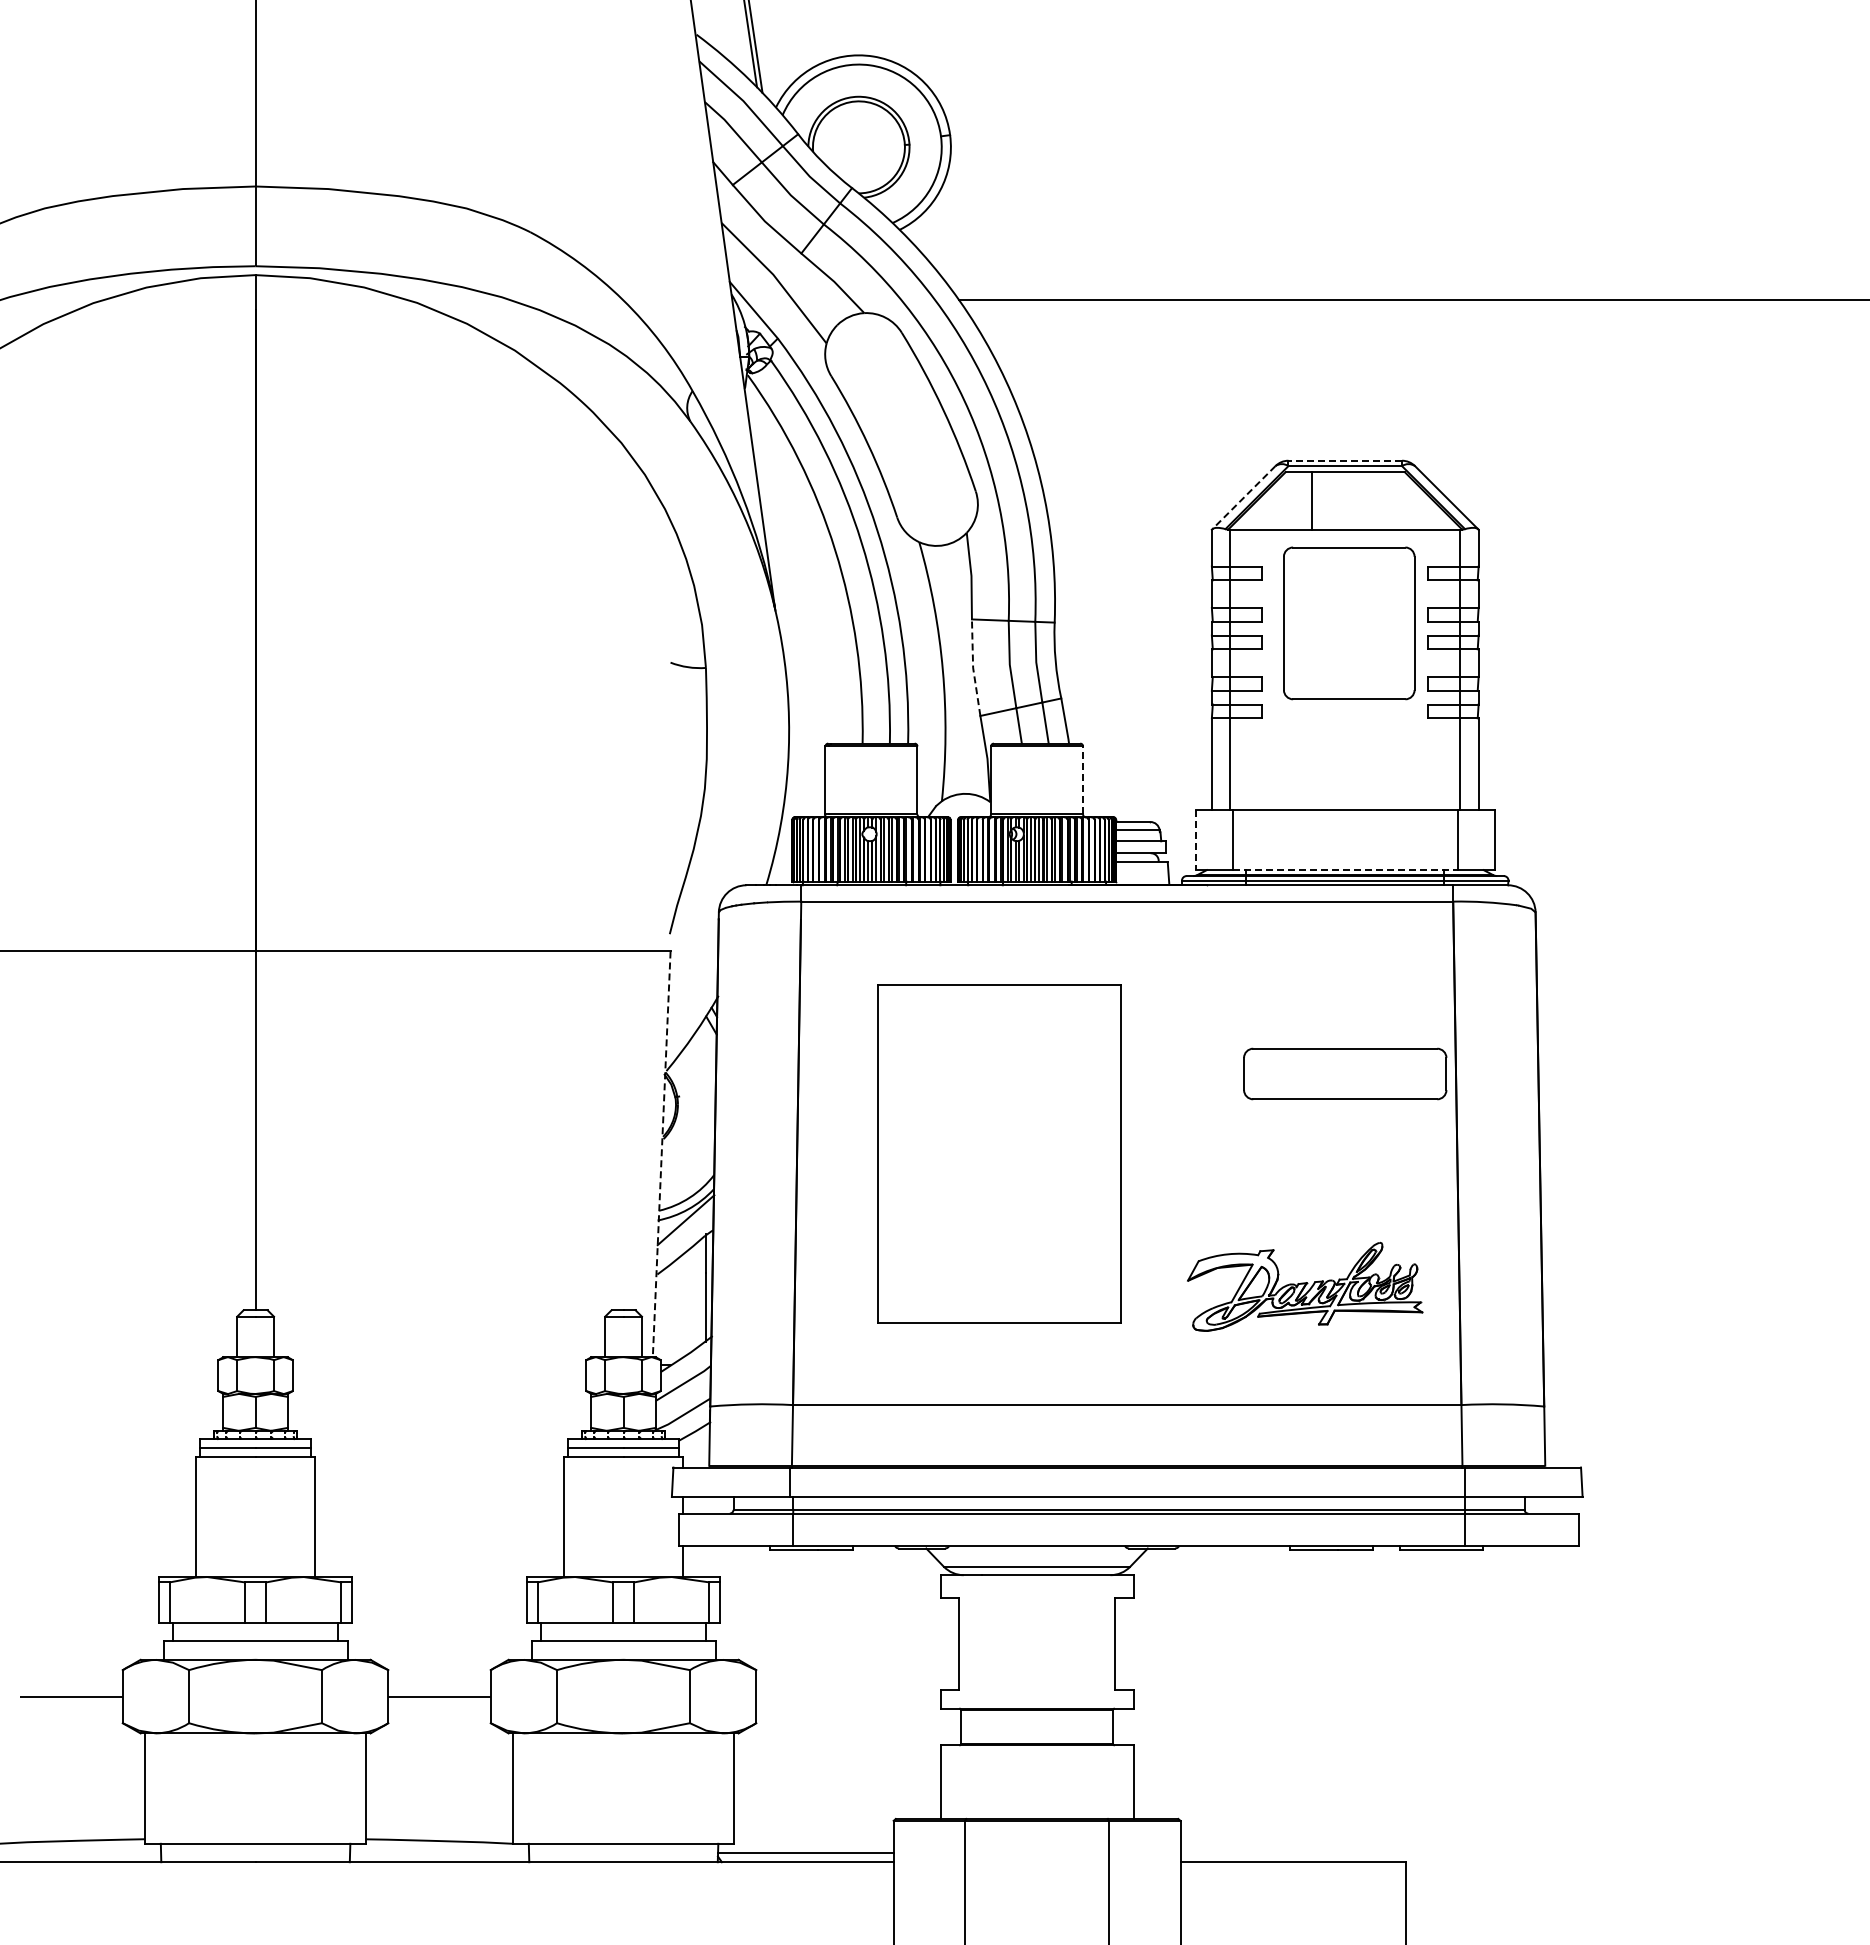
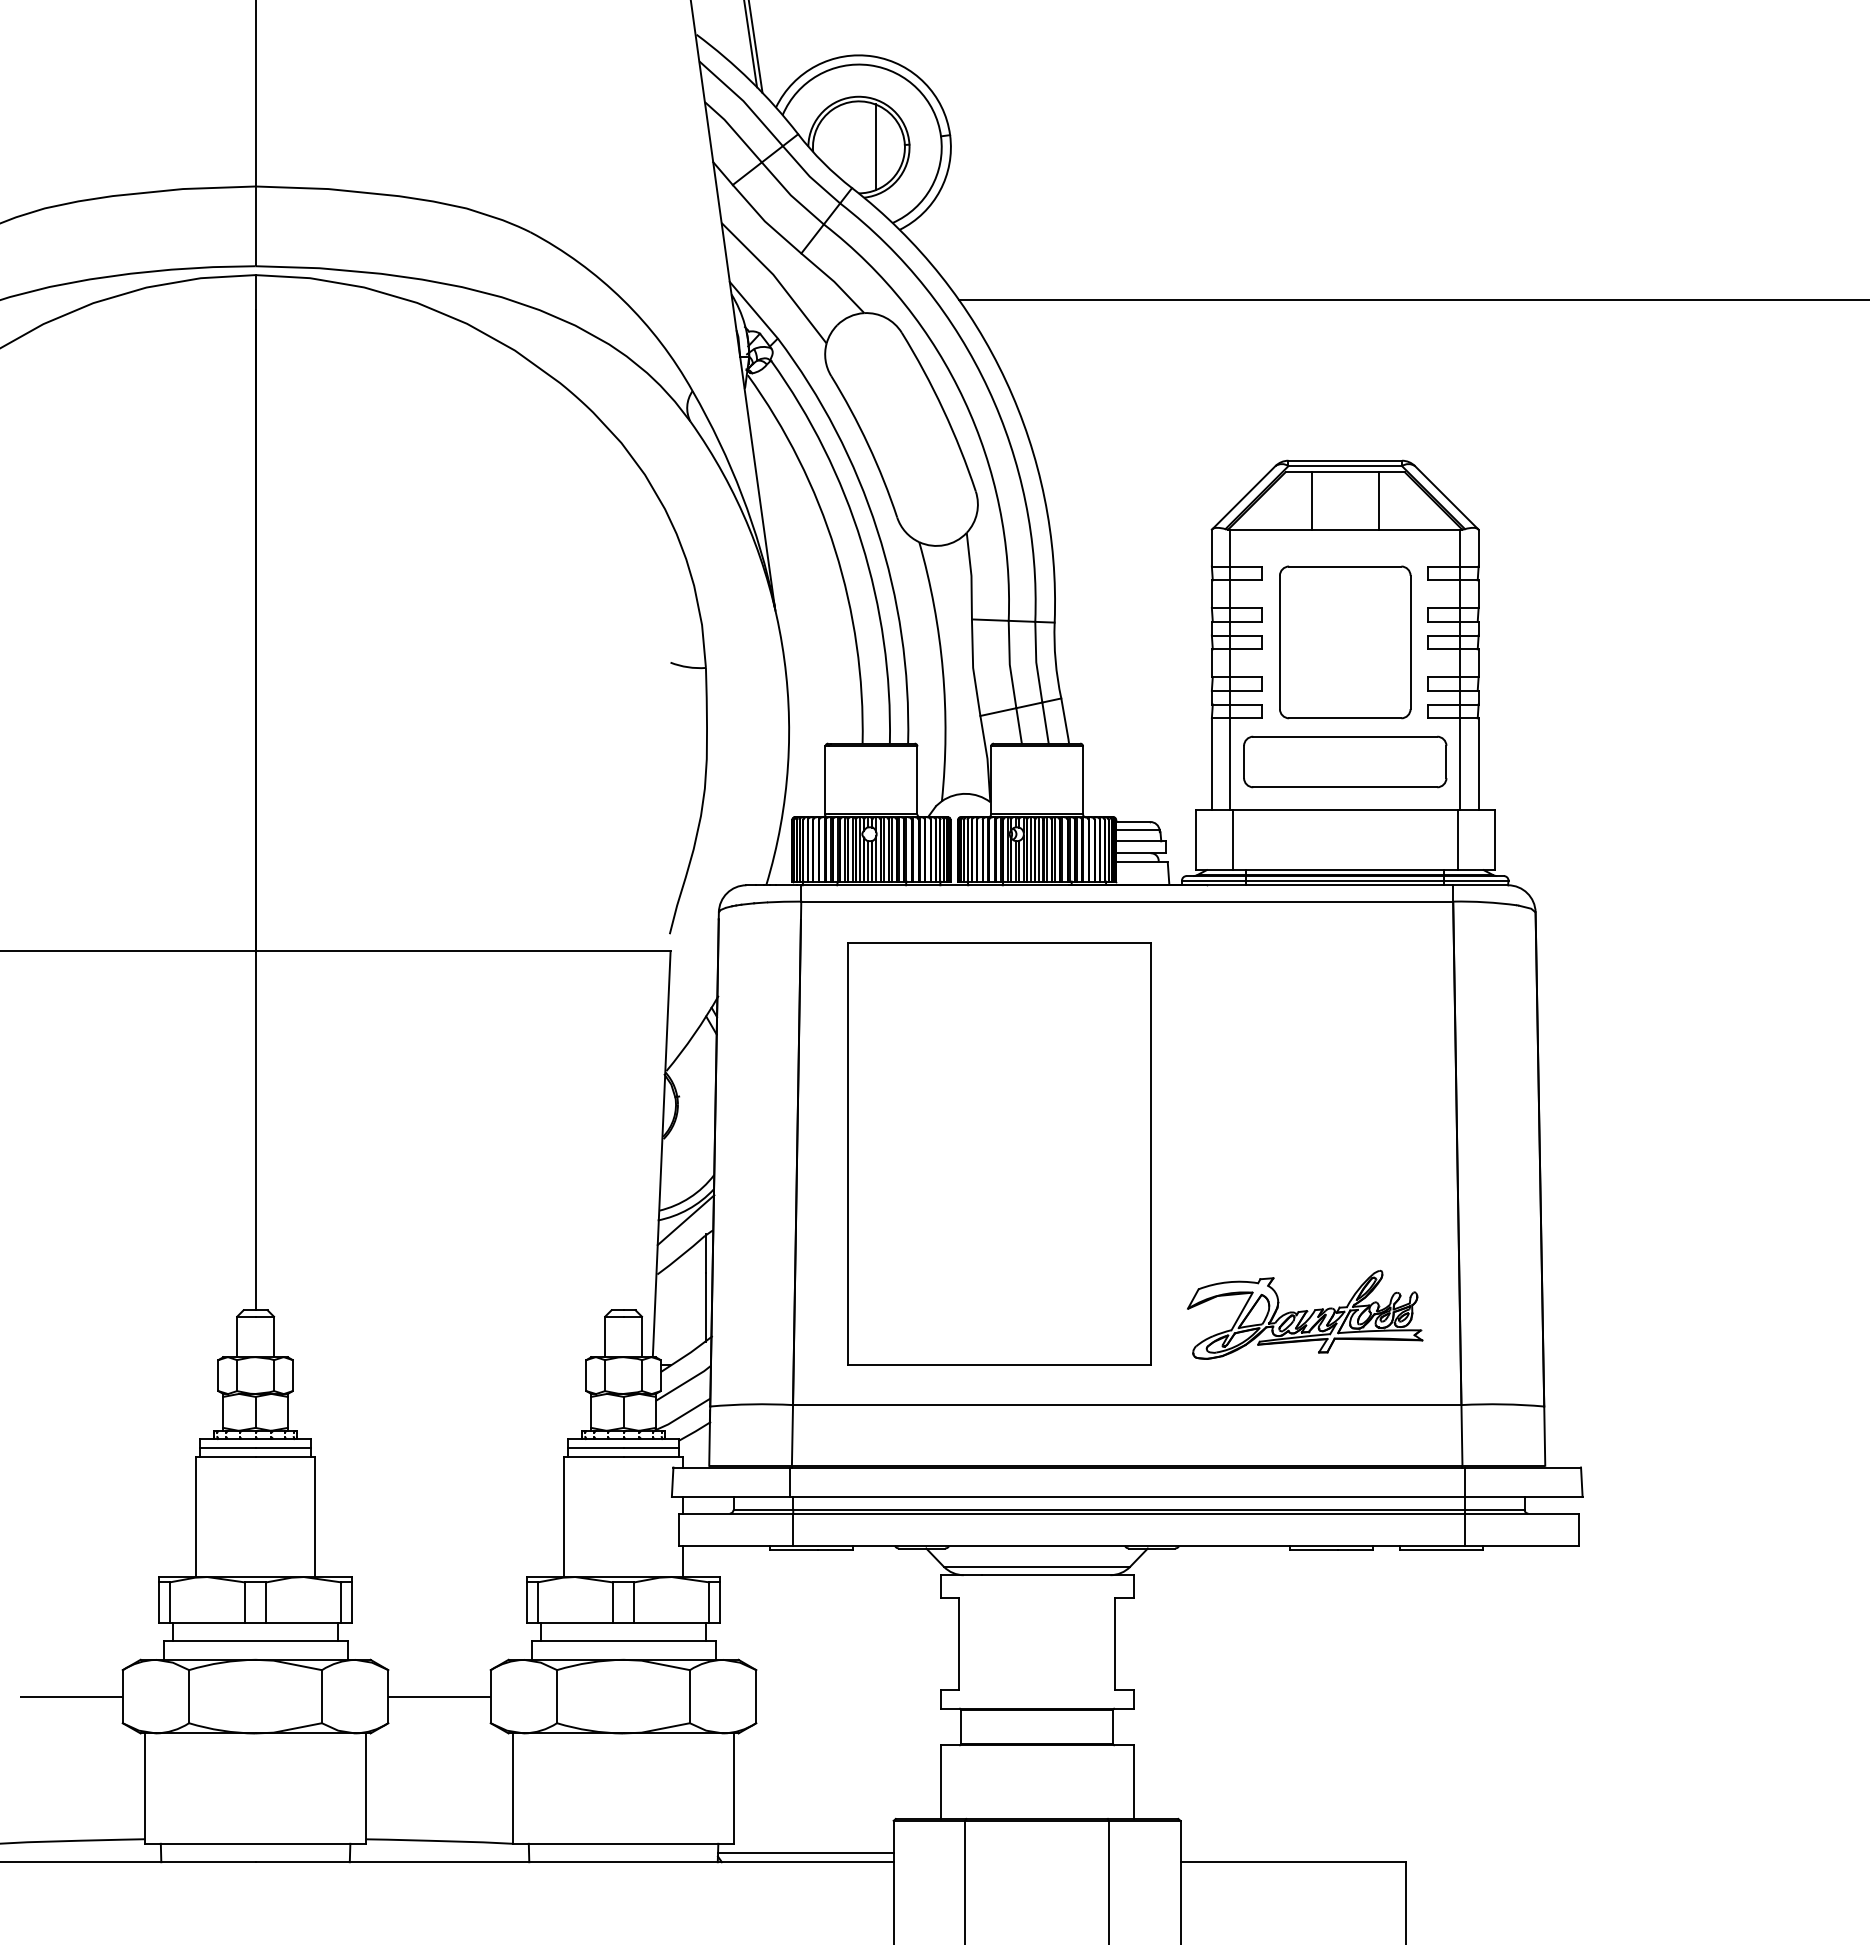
line at (875, 147): none -> present
line at (1345, 460): dashed -> solid
line at (1243, 497): dashed -> solid
line at (1378, 500): none -> present
part at (1349, 623) position: (1349, 623) -> (1345, 642)
line at (973, 667): dashed -> solid
line at (1083, 779): dashed -> solid
line at (1195, 840): dashed -> solid
line at (1345, 870): dashed -> solid
part at (1345, 1073) position: (1345, 1073) -> (1345, 761)
part at (999, 1153) size: 245x340 px -> 305x424 px
line at (661, 1154): dashed -> solid
part at (1305, 1286) position: (1305, 1286) -> (1305, 1314)
